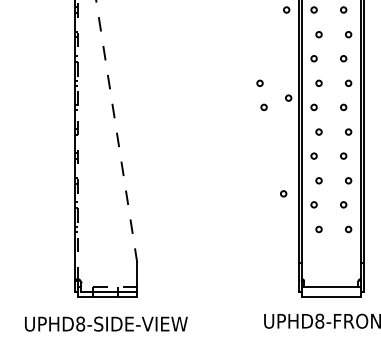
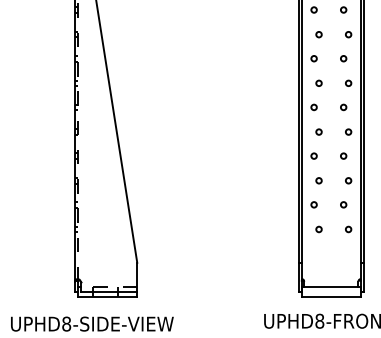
circle at (286, 9): present -> none
circle at (259, 82): present -> none
circle at (288, 97): present -> none
circle at (263, 107): present -> none
line at (116, 131): dashed -> solid
circle at (283, 193): present -> none
text at (106, 323) position: (106, 323) -> (92, 323)
